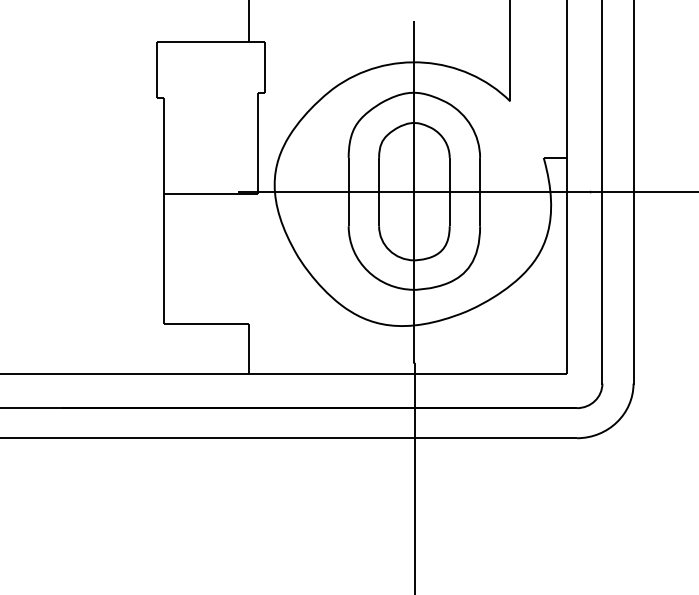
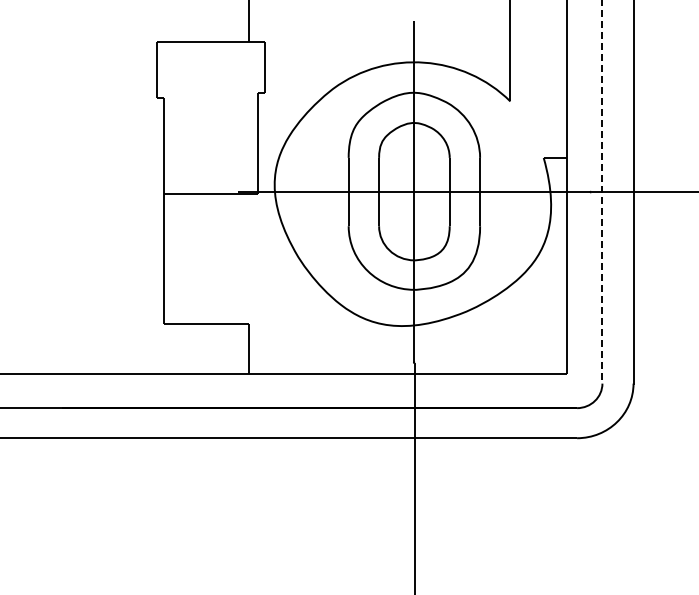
line at (602, 192): solid -> dashed
